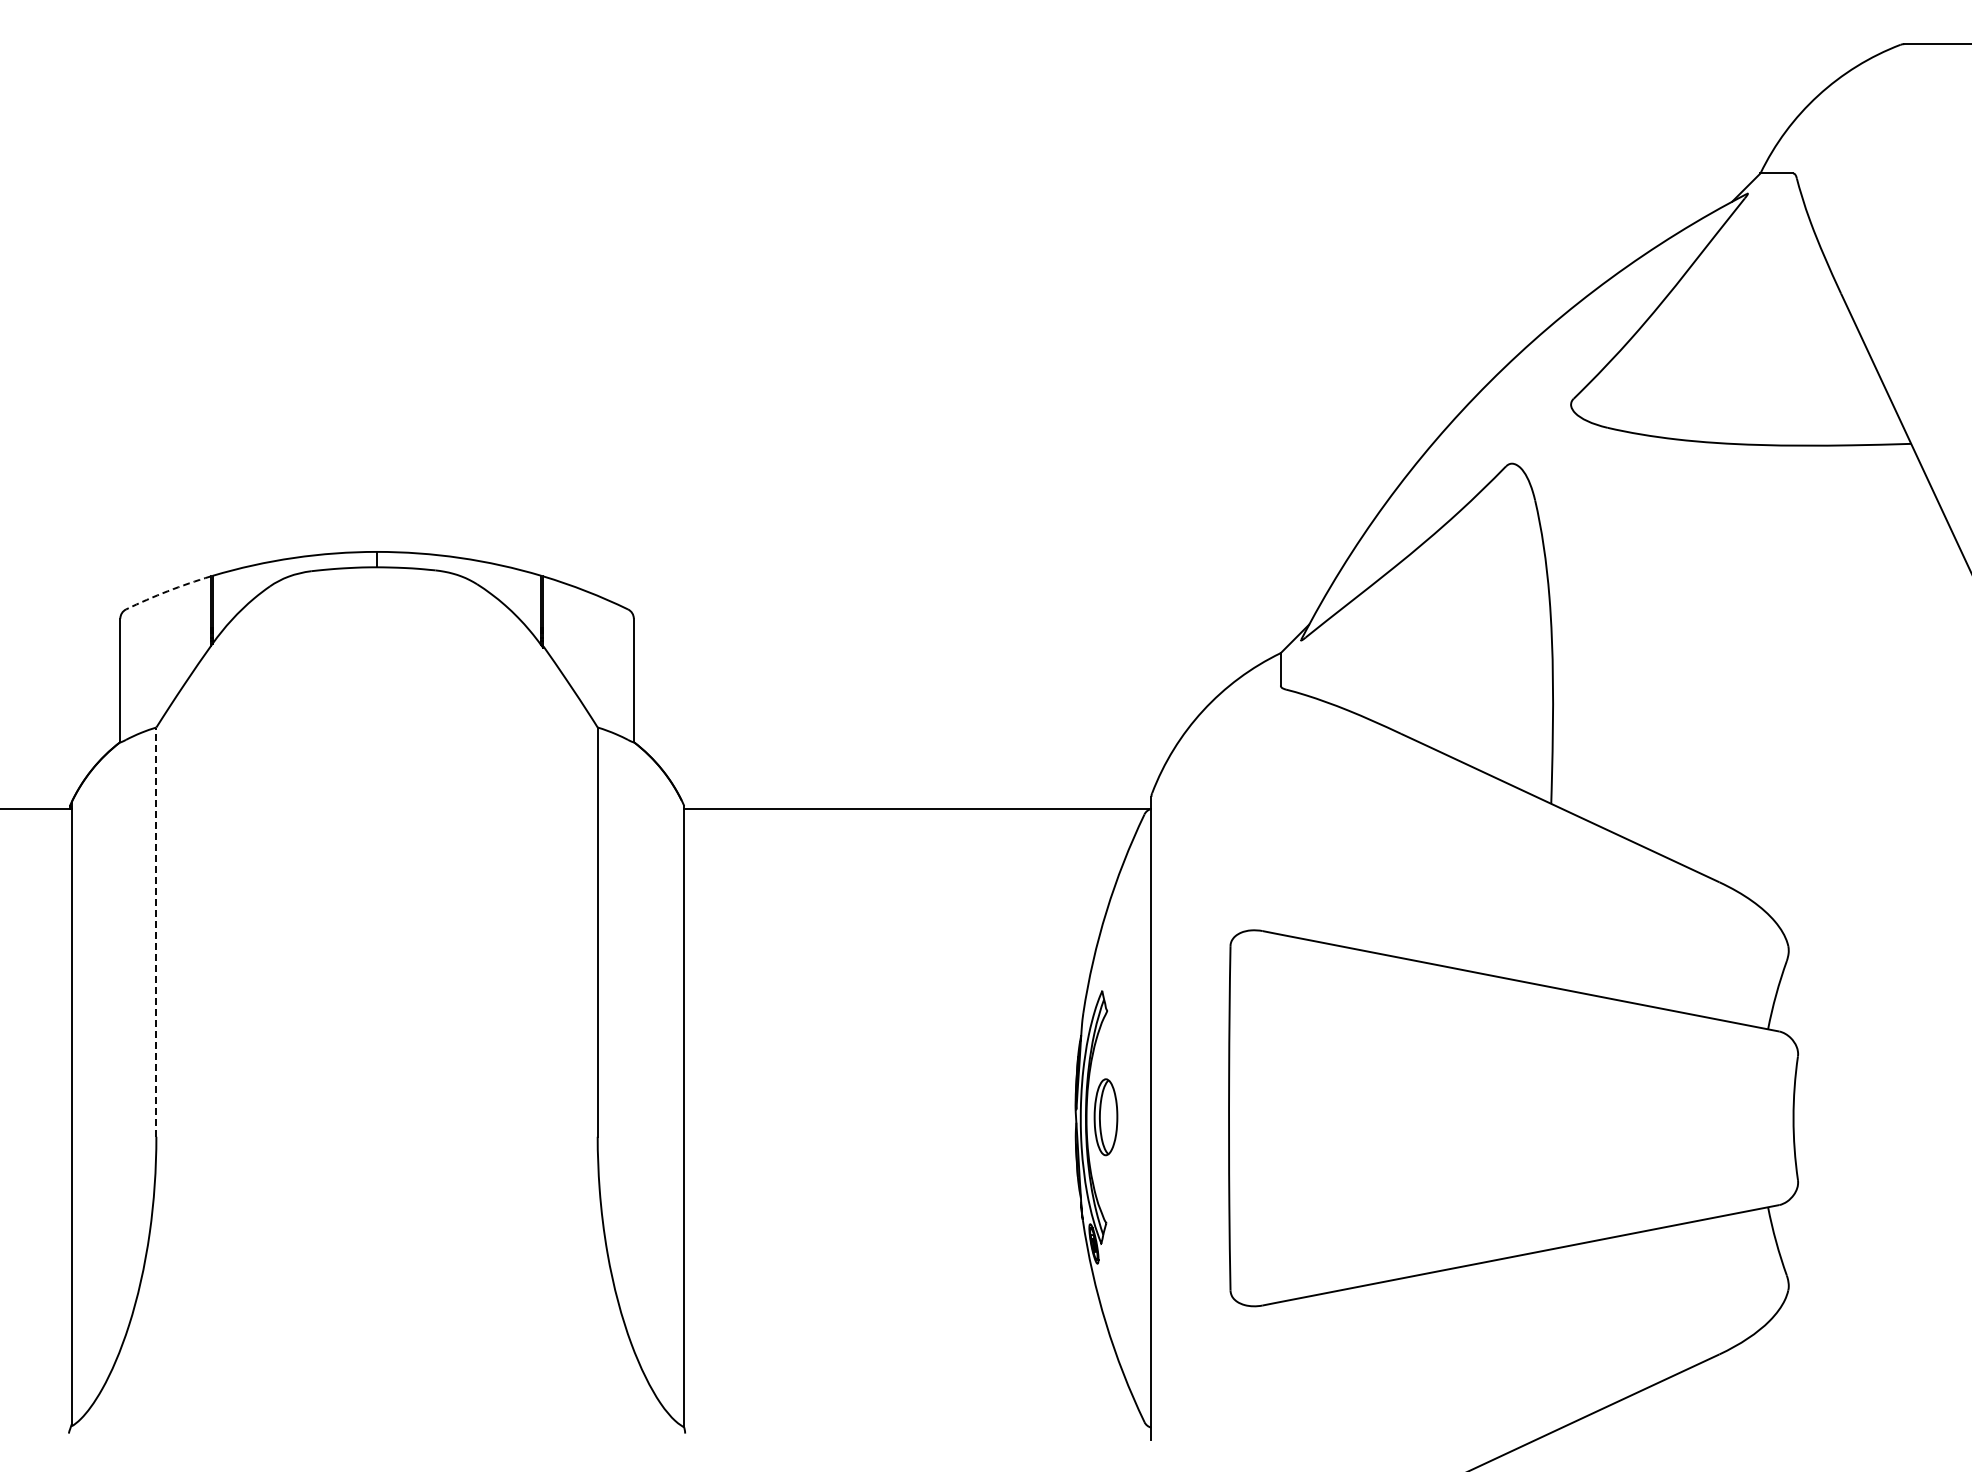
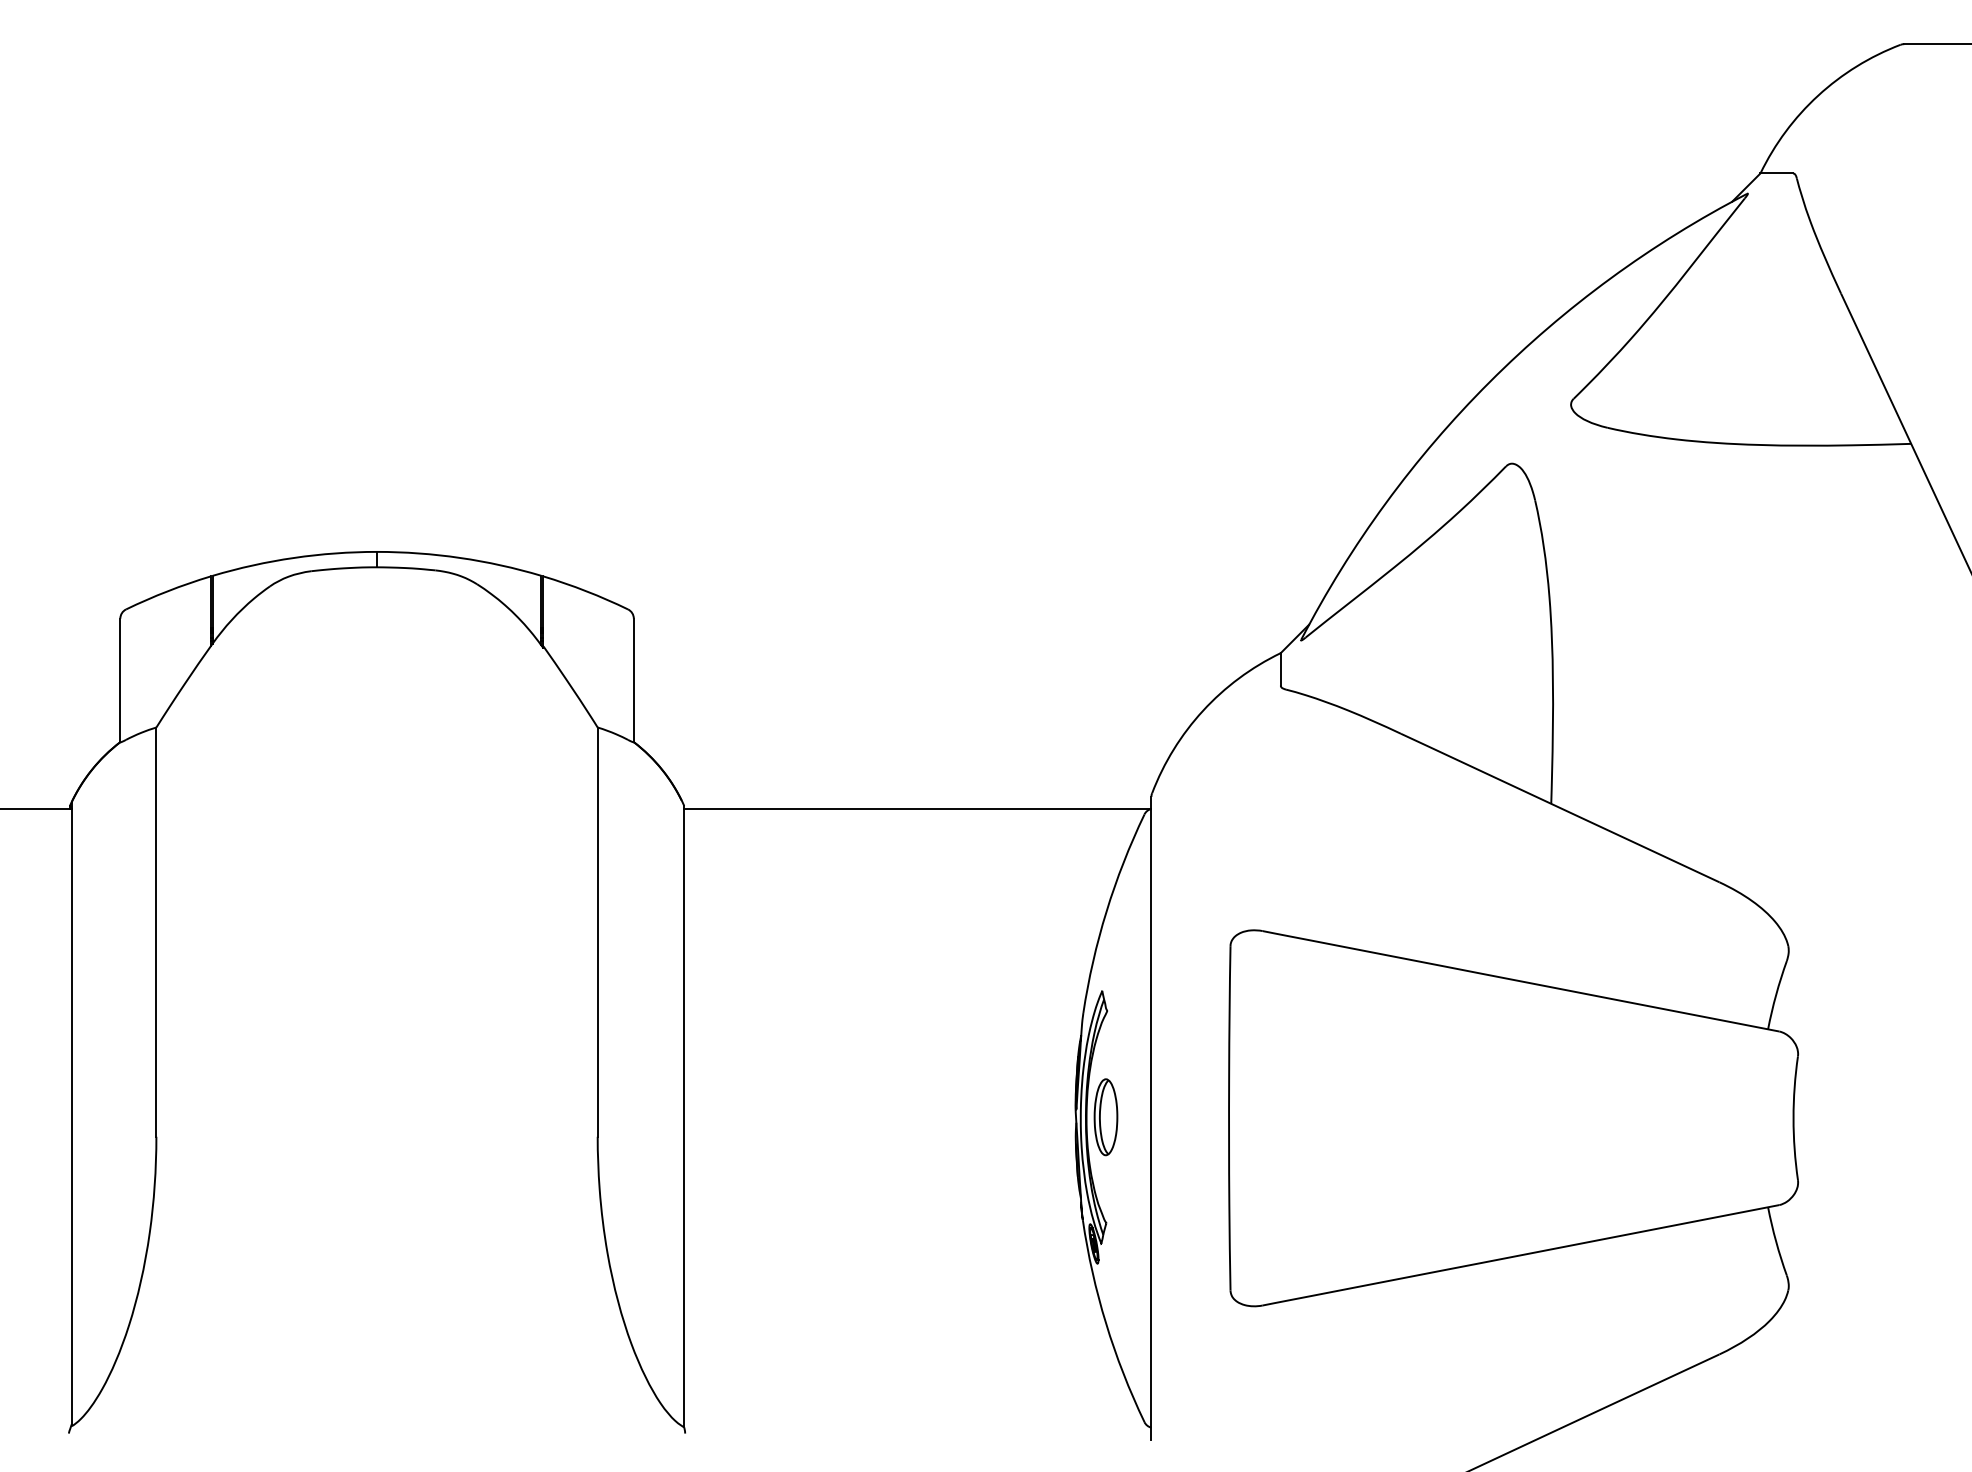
arc at (167, 591): dashed -> solid
line at (156, 932): dashed -> solid
